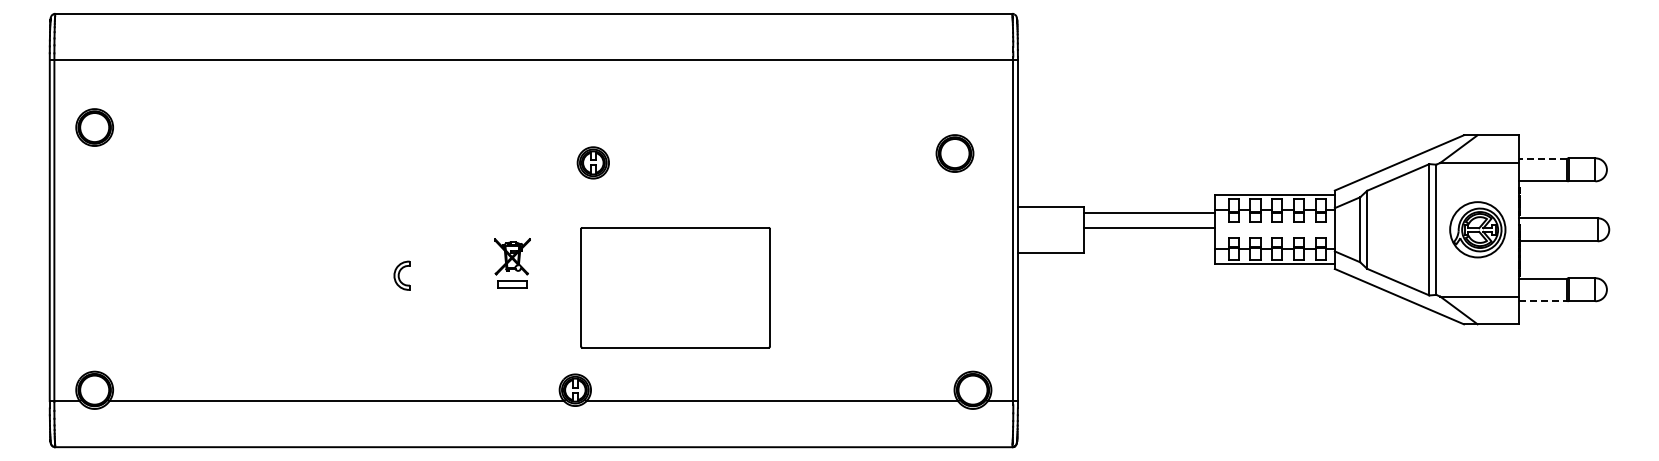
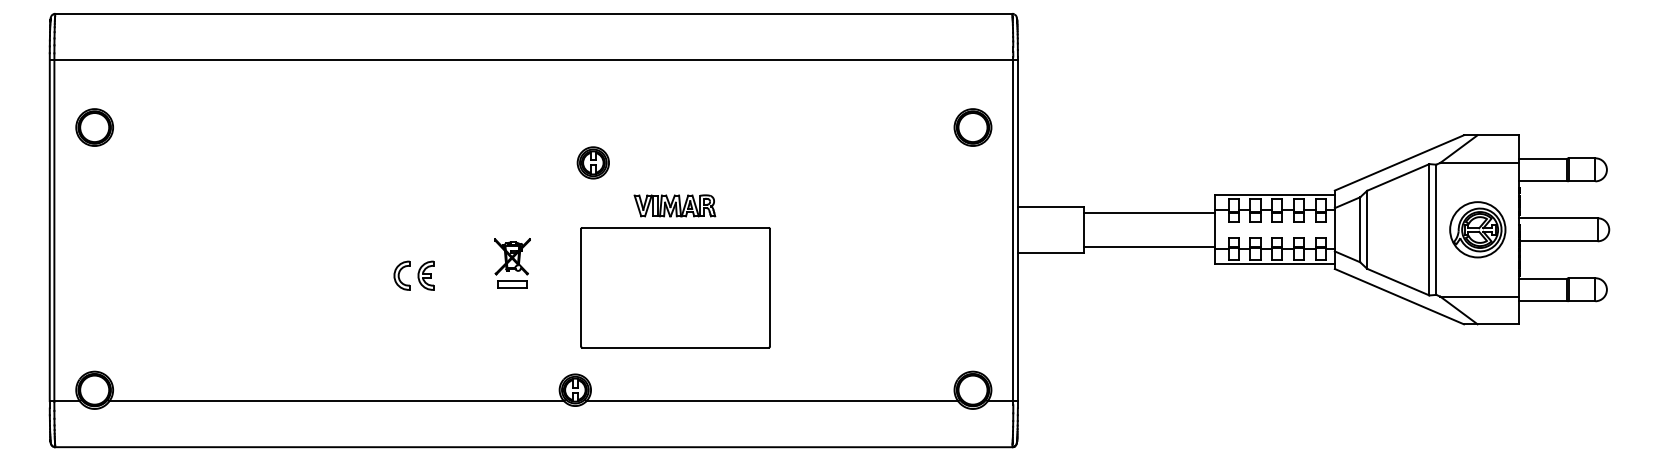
part at (954, 153) position: (954, 153) -> (972, 127)
line at (1543, 158): dashed -> solid
part at (674, 205): none -> present
line at (1149, 227) position: (1149, 227) -> (1149, 246)
part at (425, 275): none -> present
line at (1543, 300): dashed -> solid
